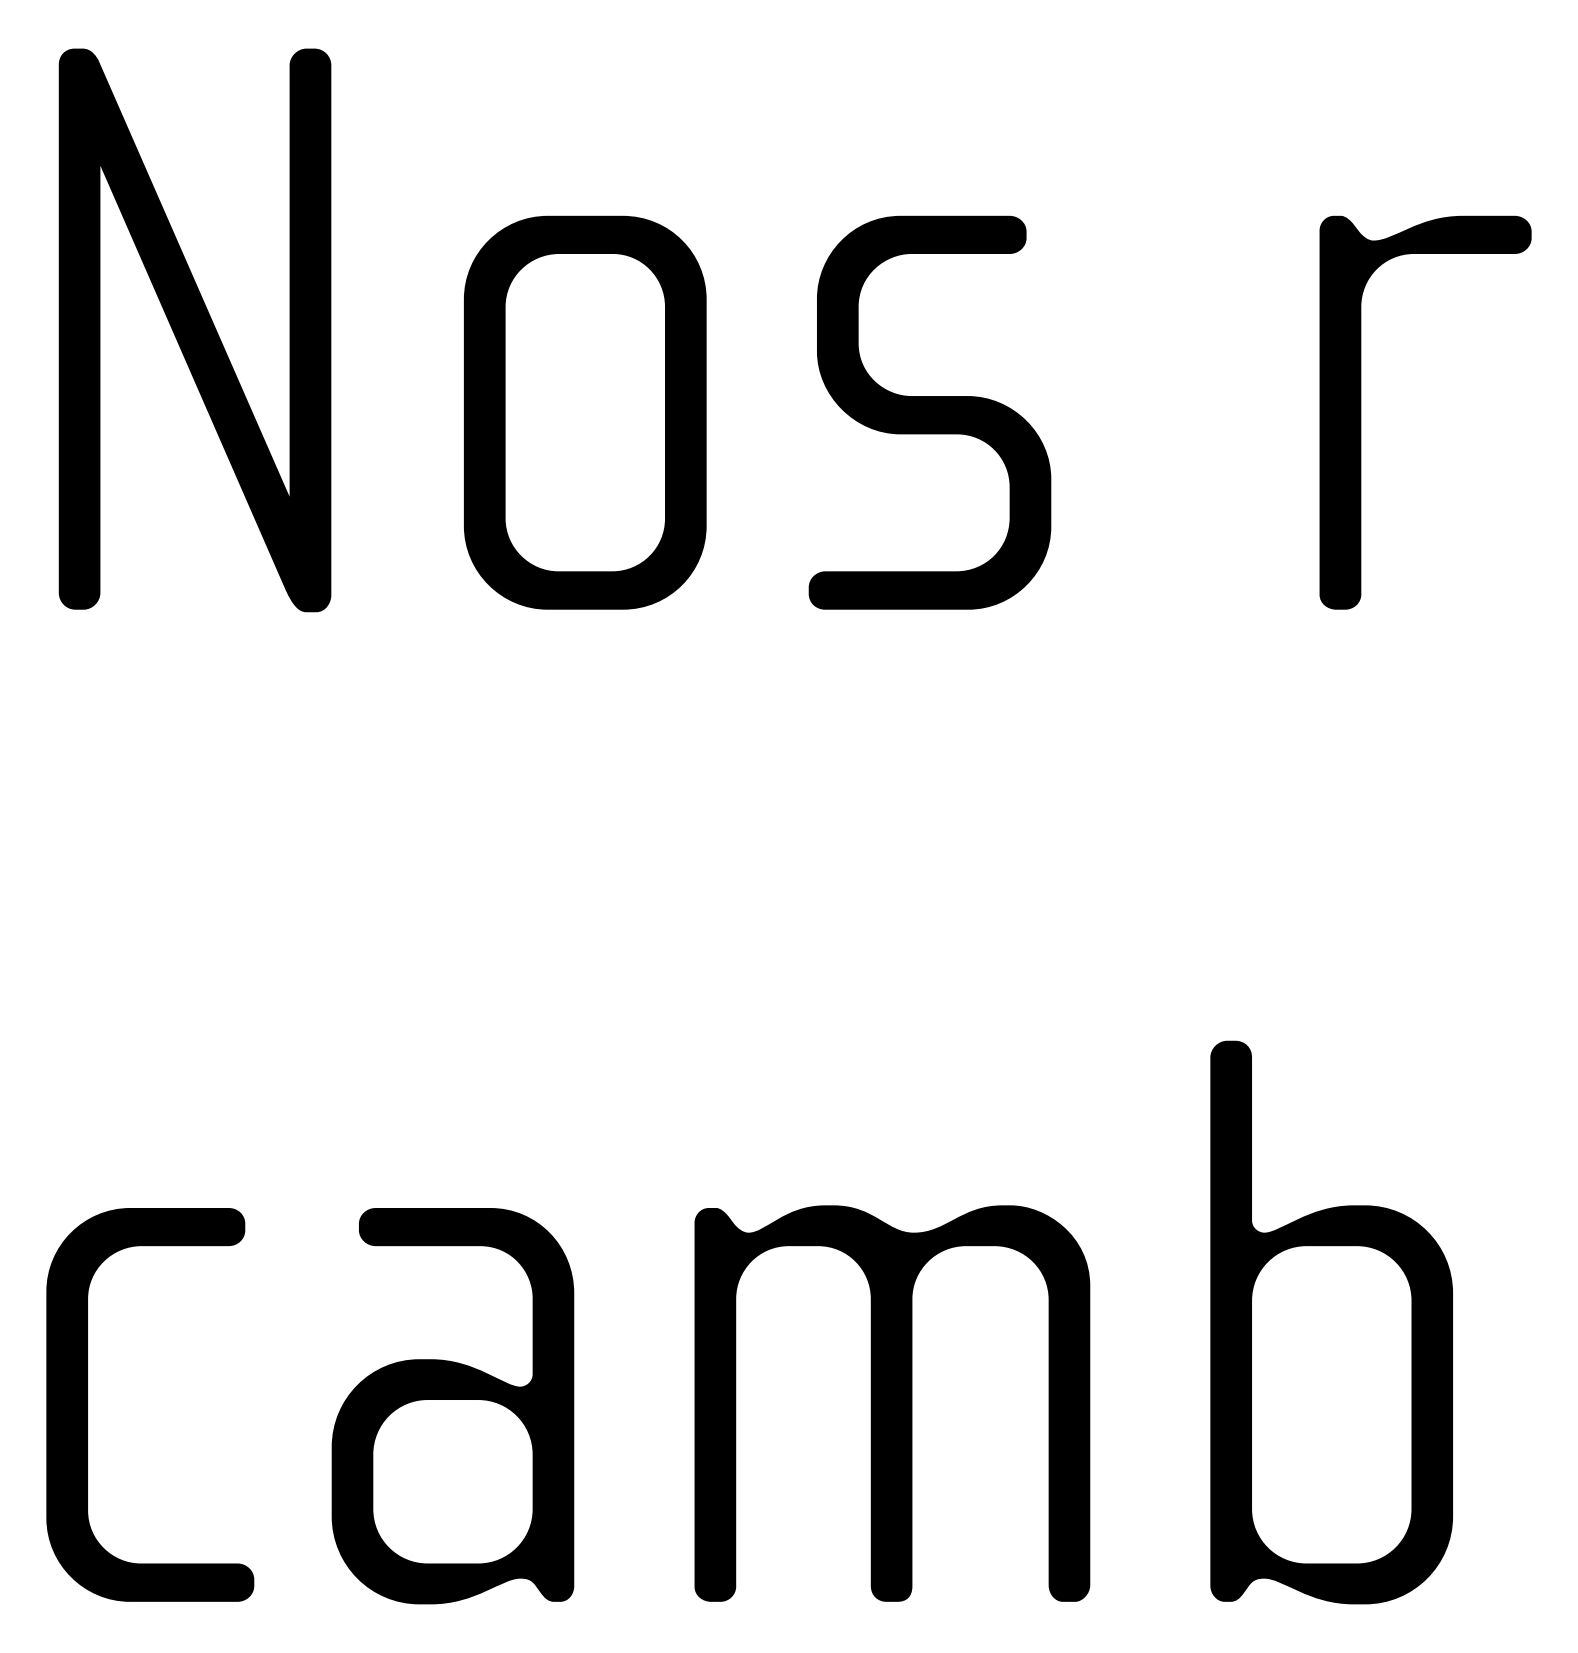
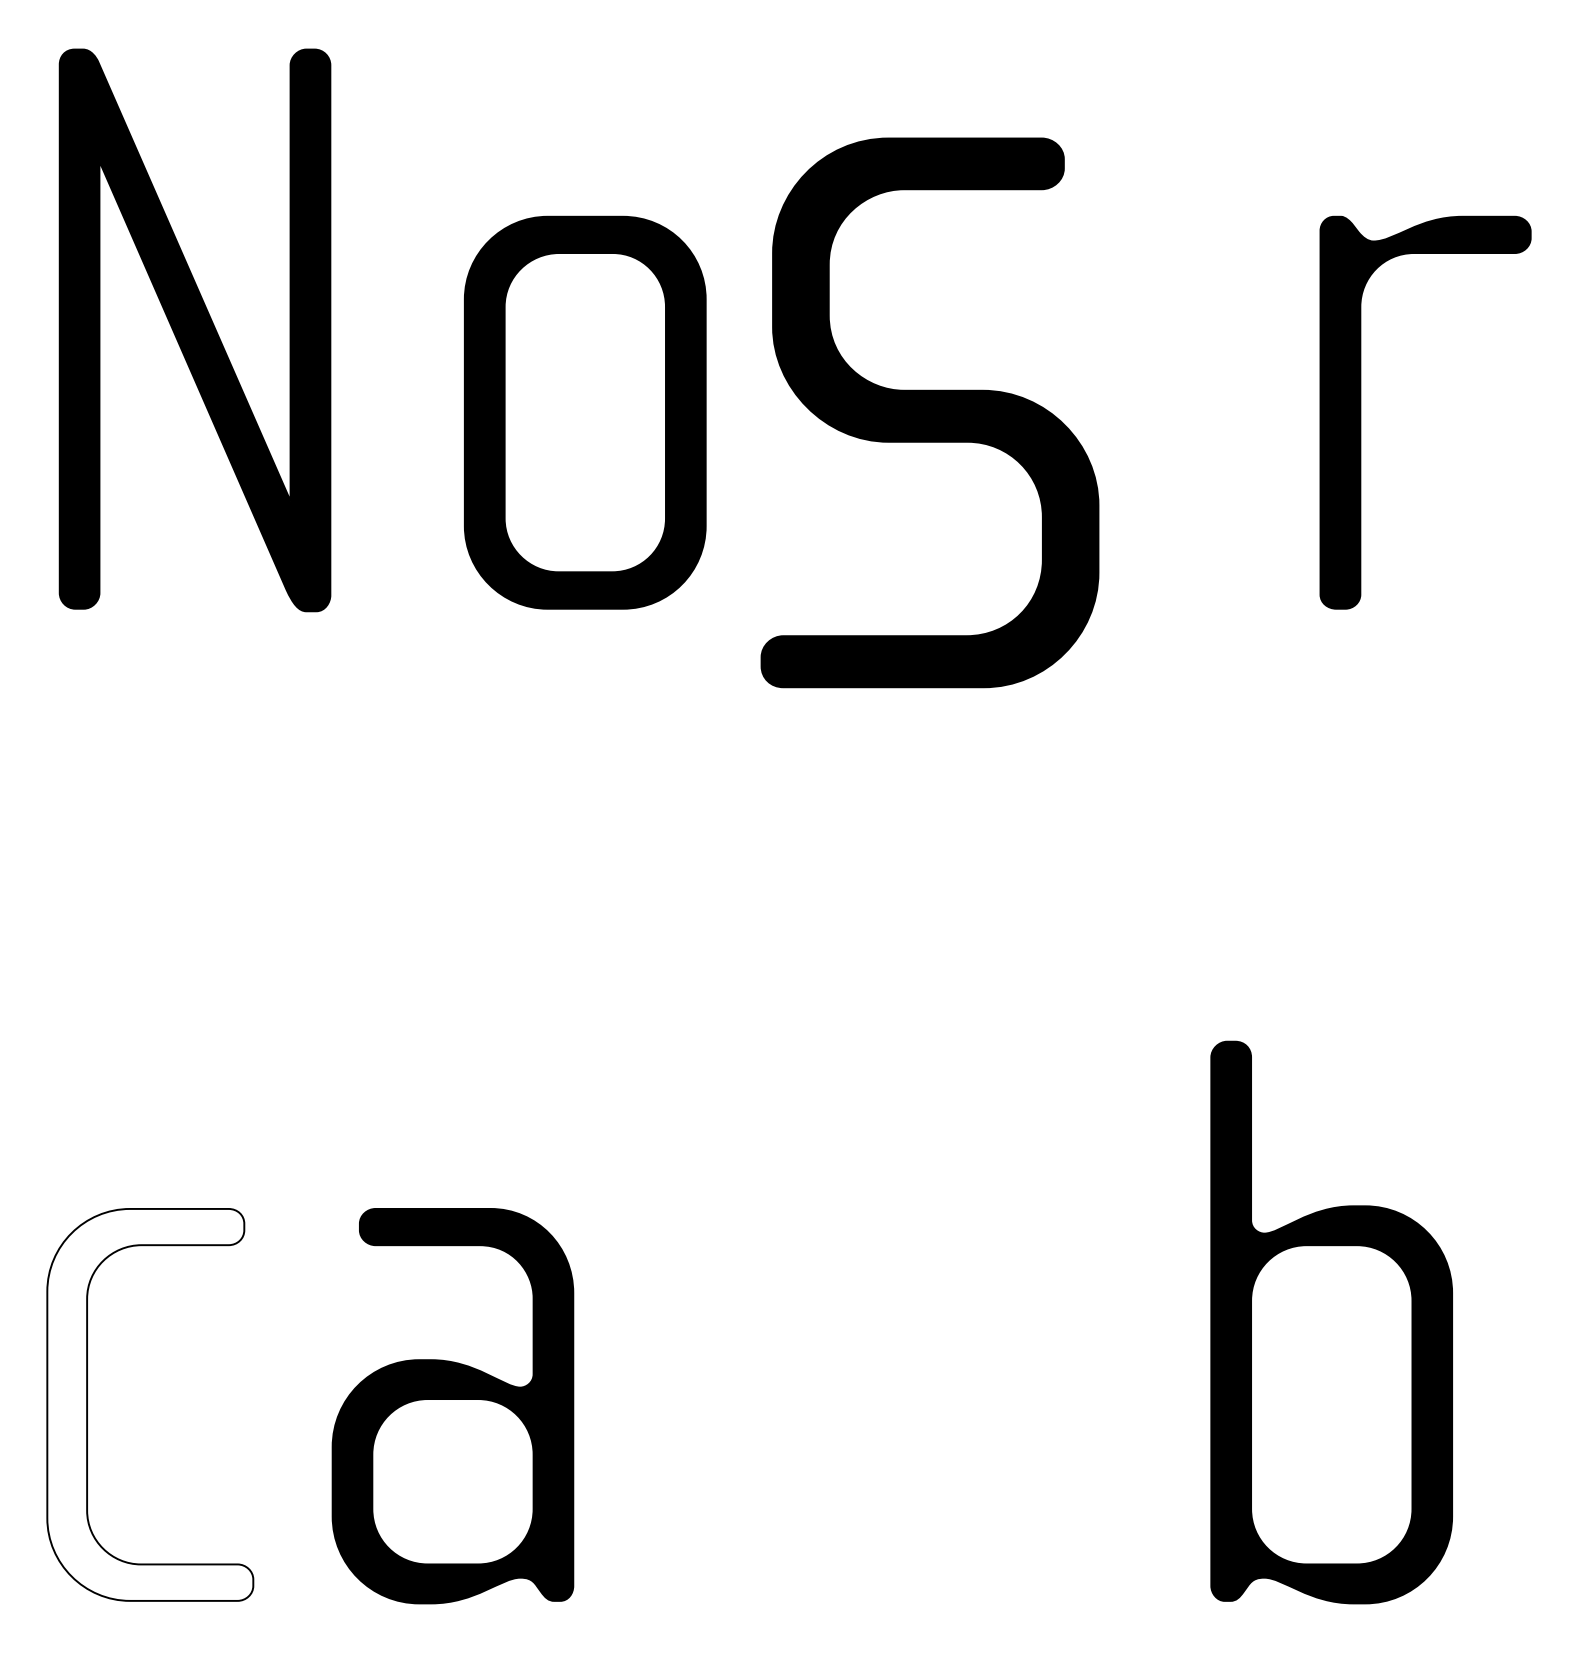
part at (929, 412) size: 244x395 px -> 340x552 px
part at (892, 1403): present -> none
fill at (150, 1404): present -> none
